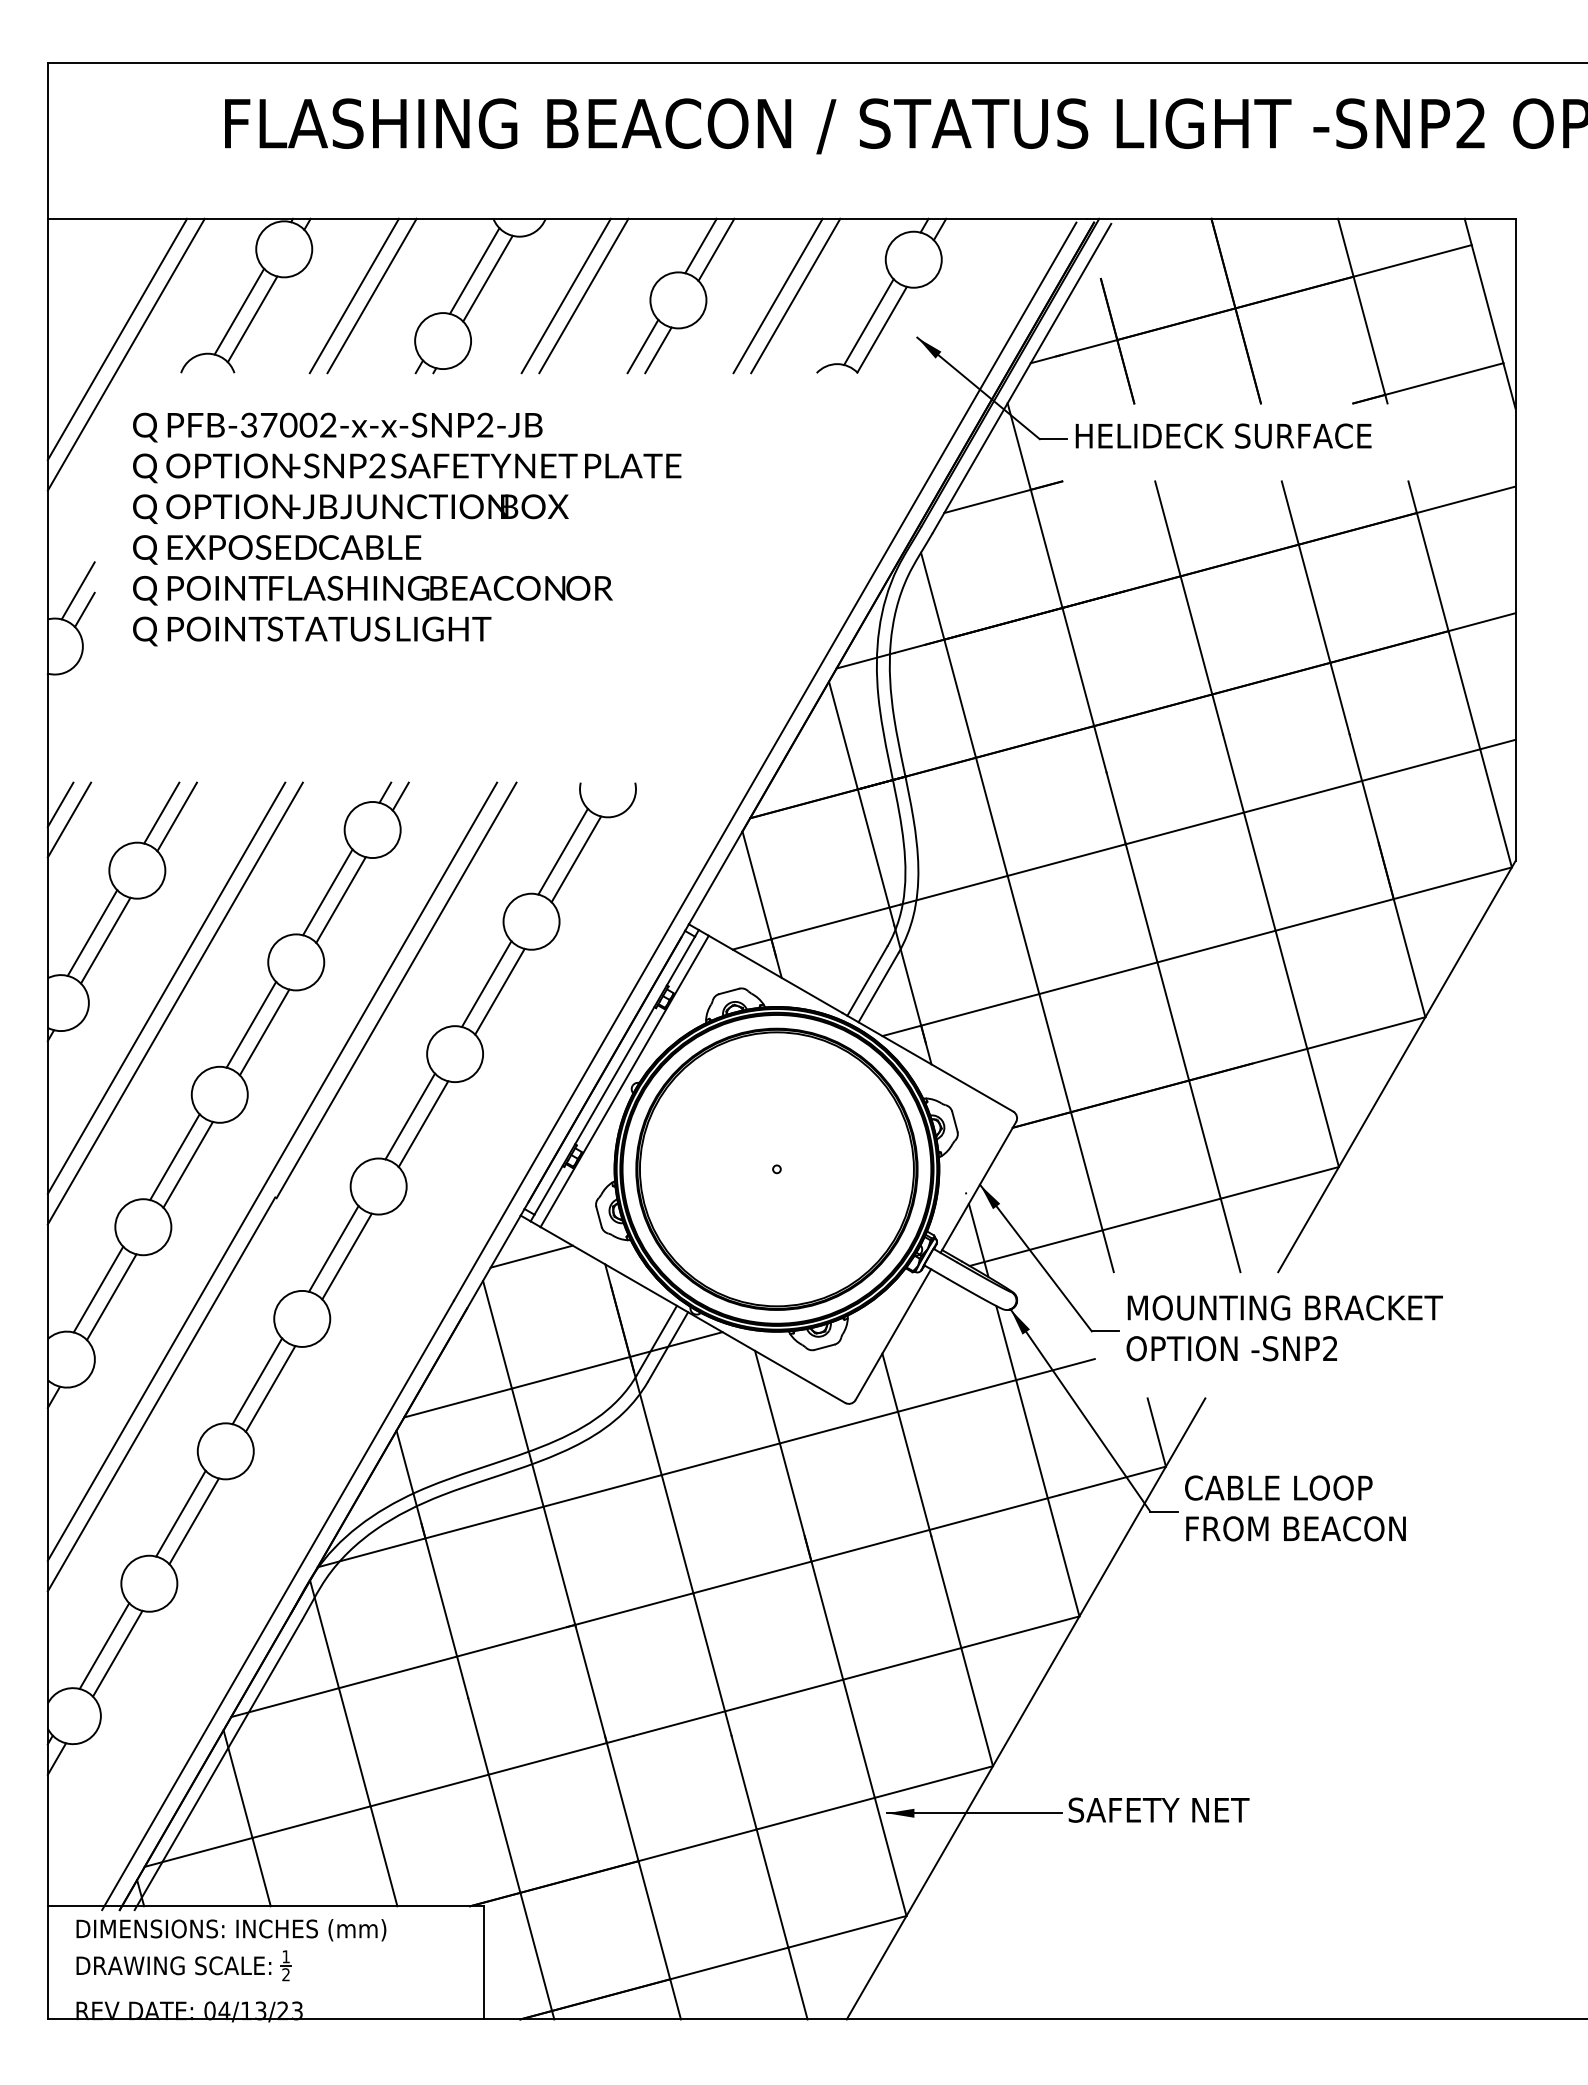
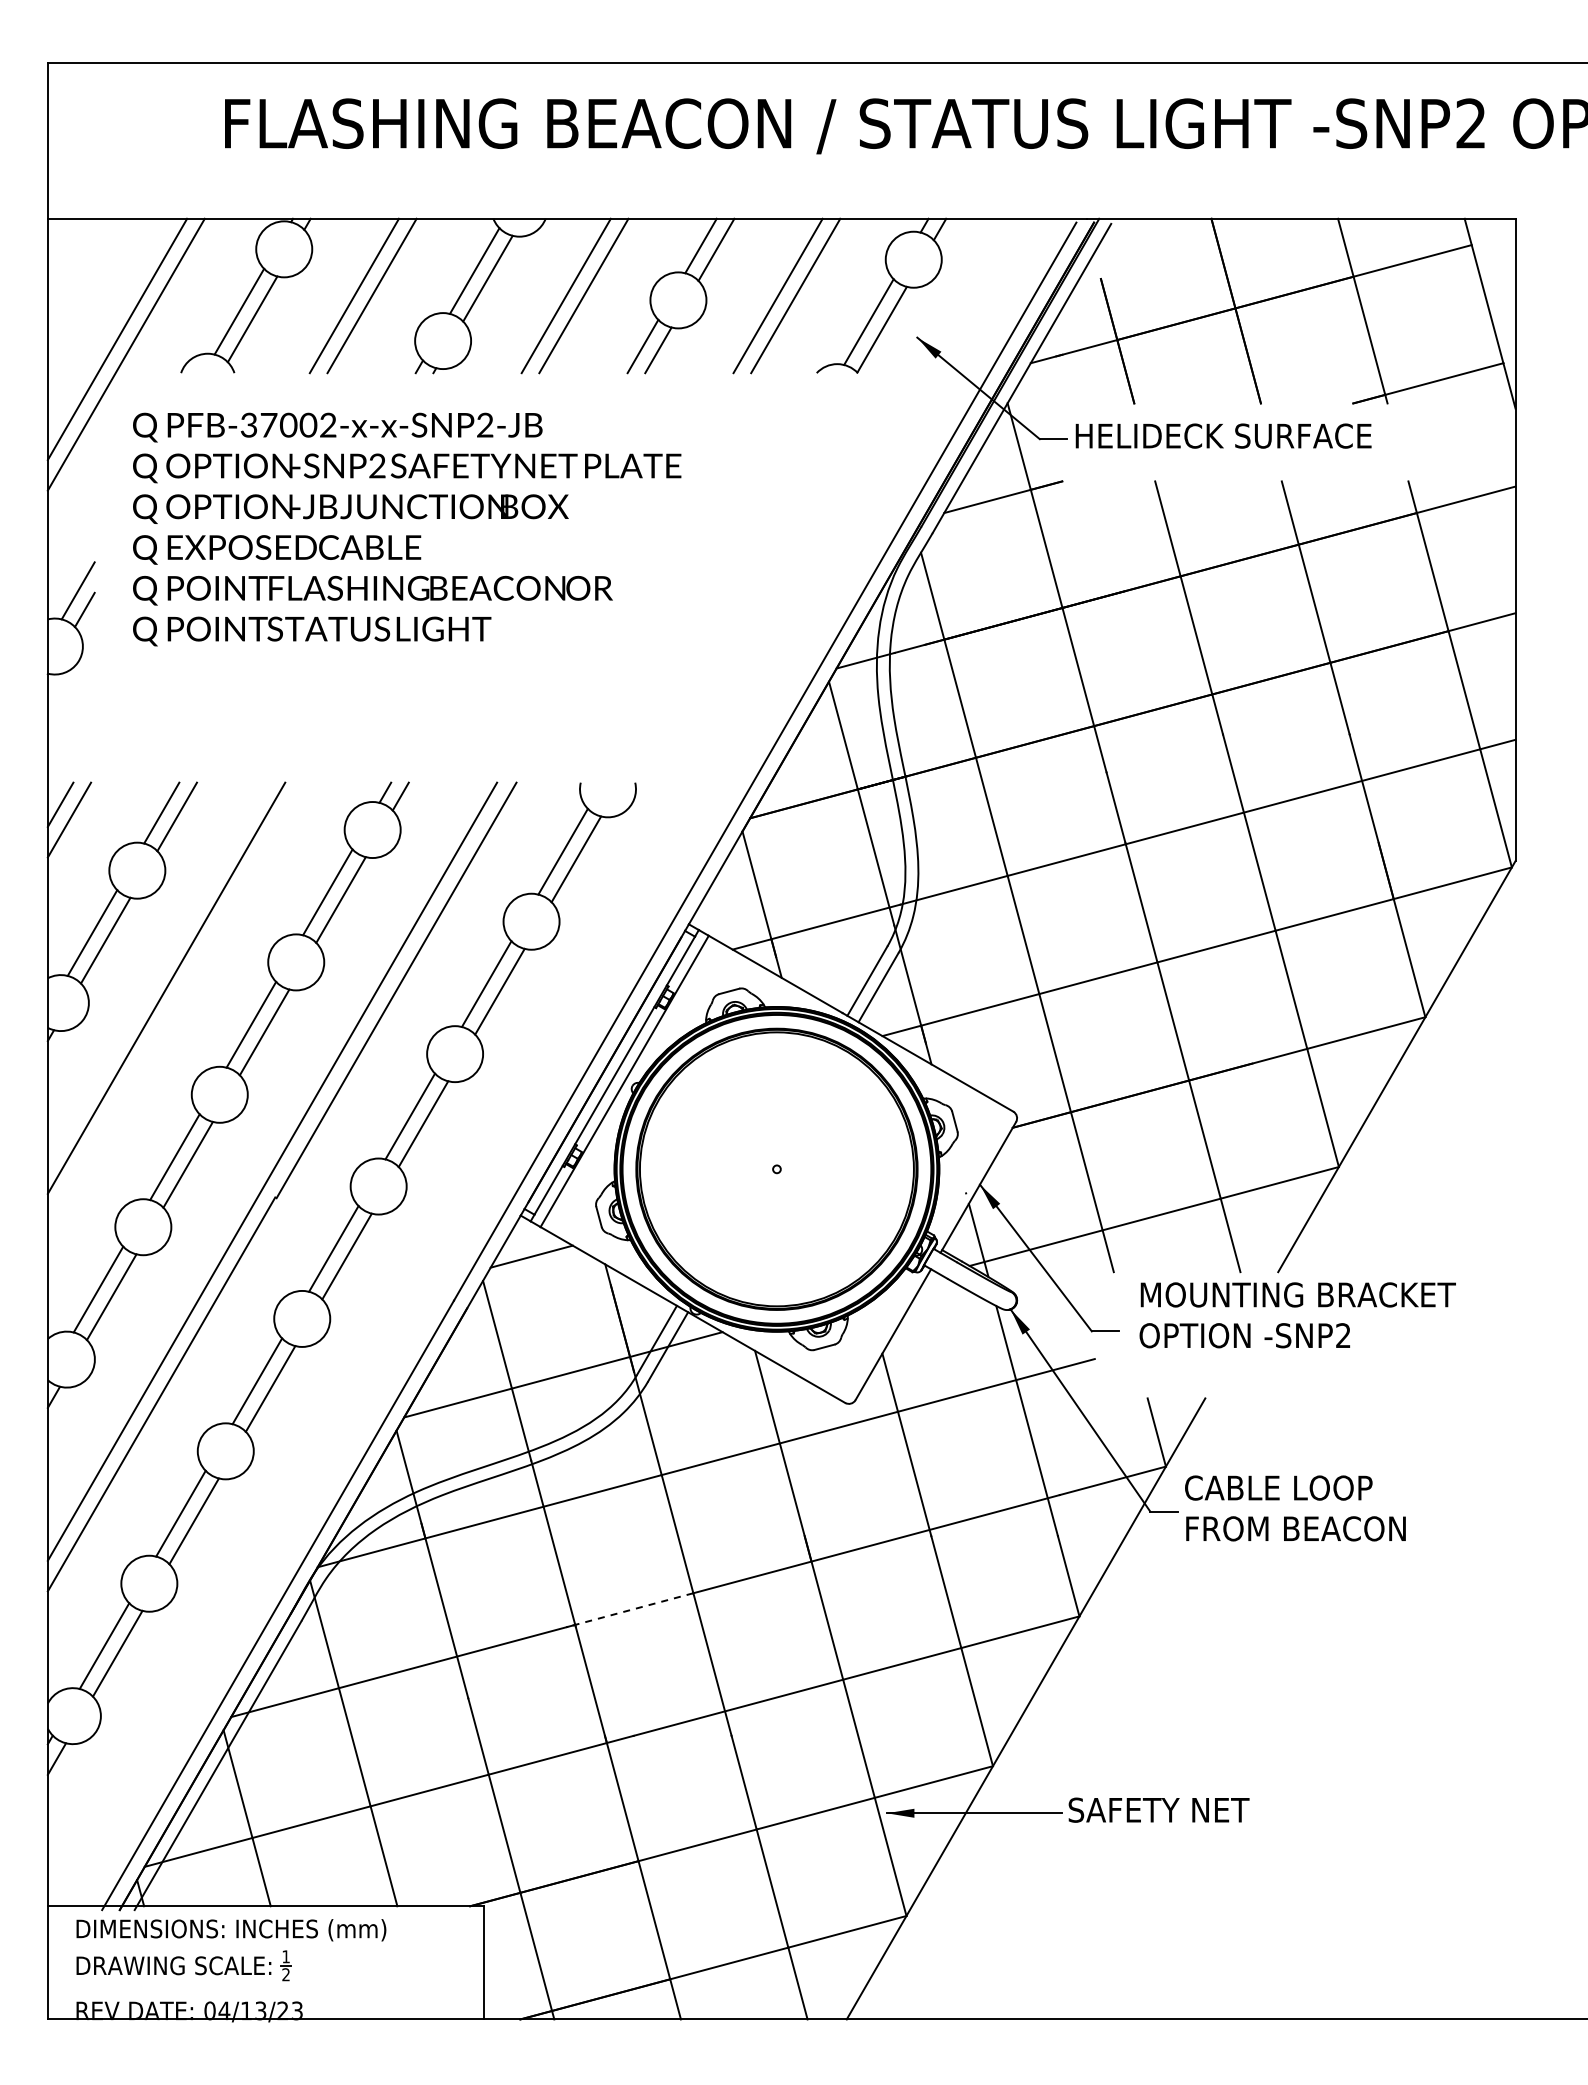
line at (174, 1003): present -> none
text at (1284, 1328) position: (1284, 1328) -> (1297, 1315)
line at (629, 1610): solid -> dashed
